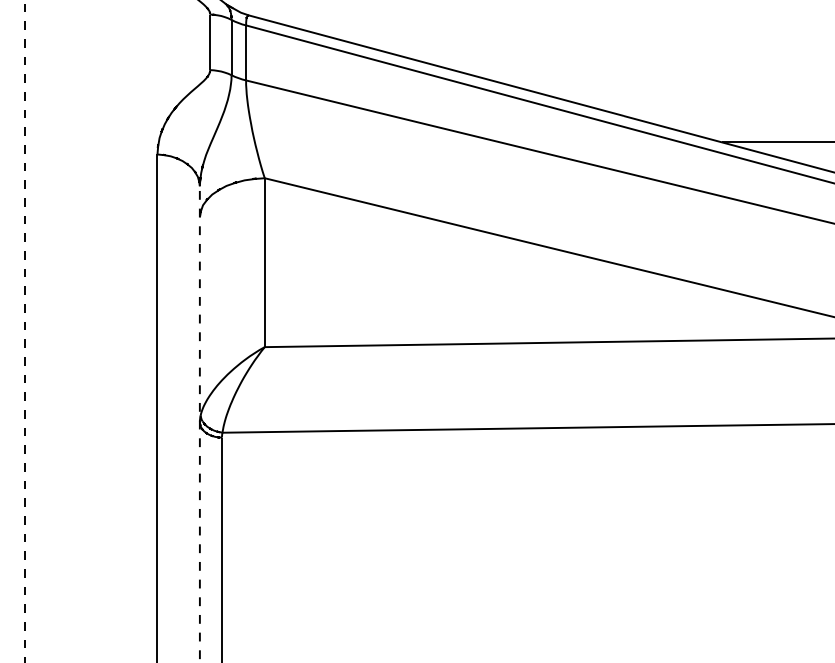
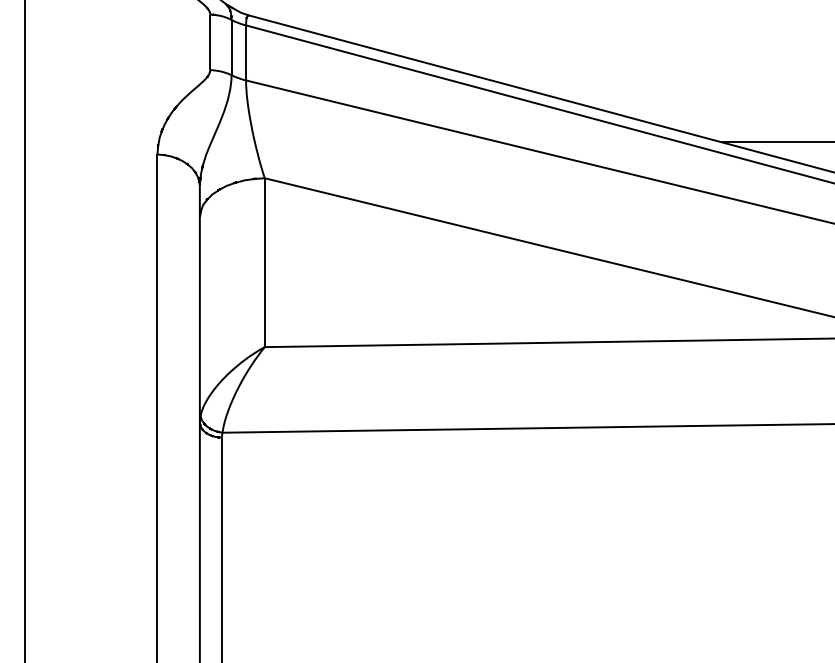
line at (24, 331): dashed -> solid
line at (199, 424): dashed -> solid
